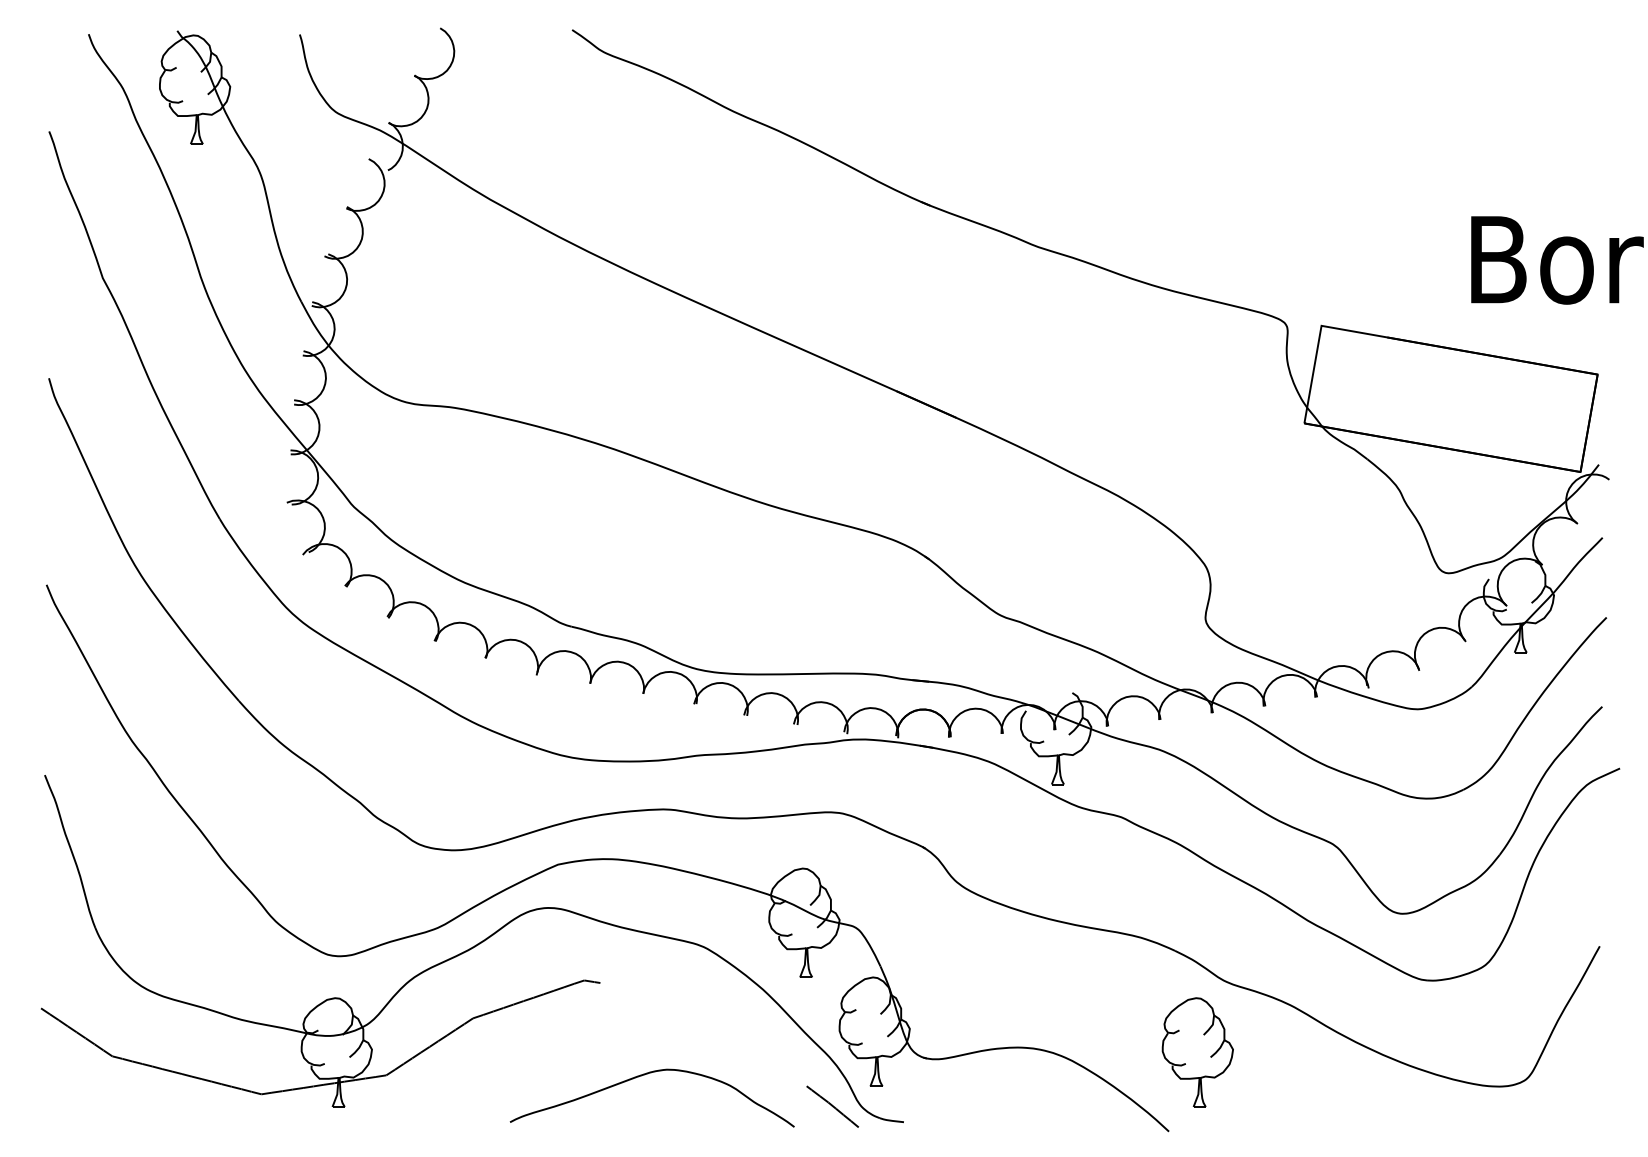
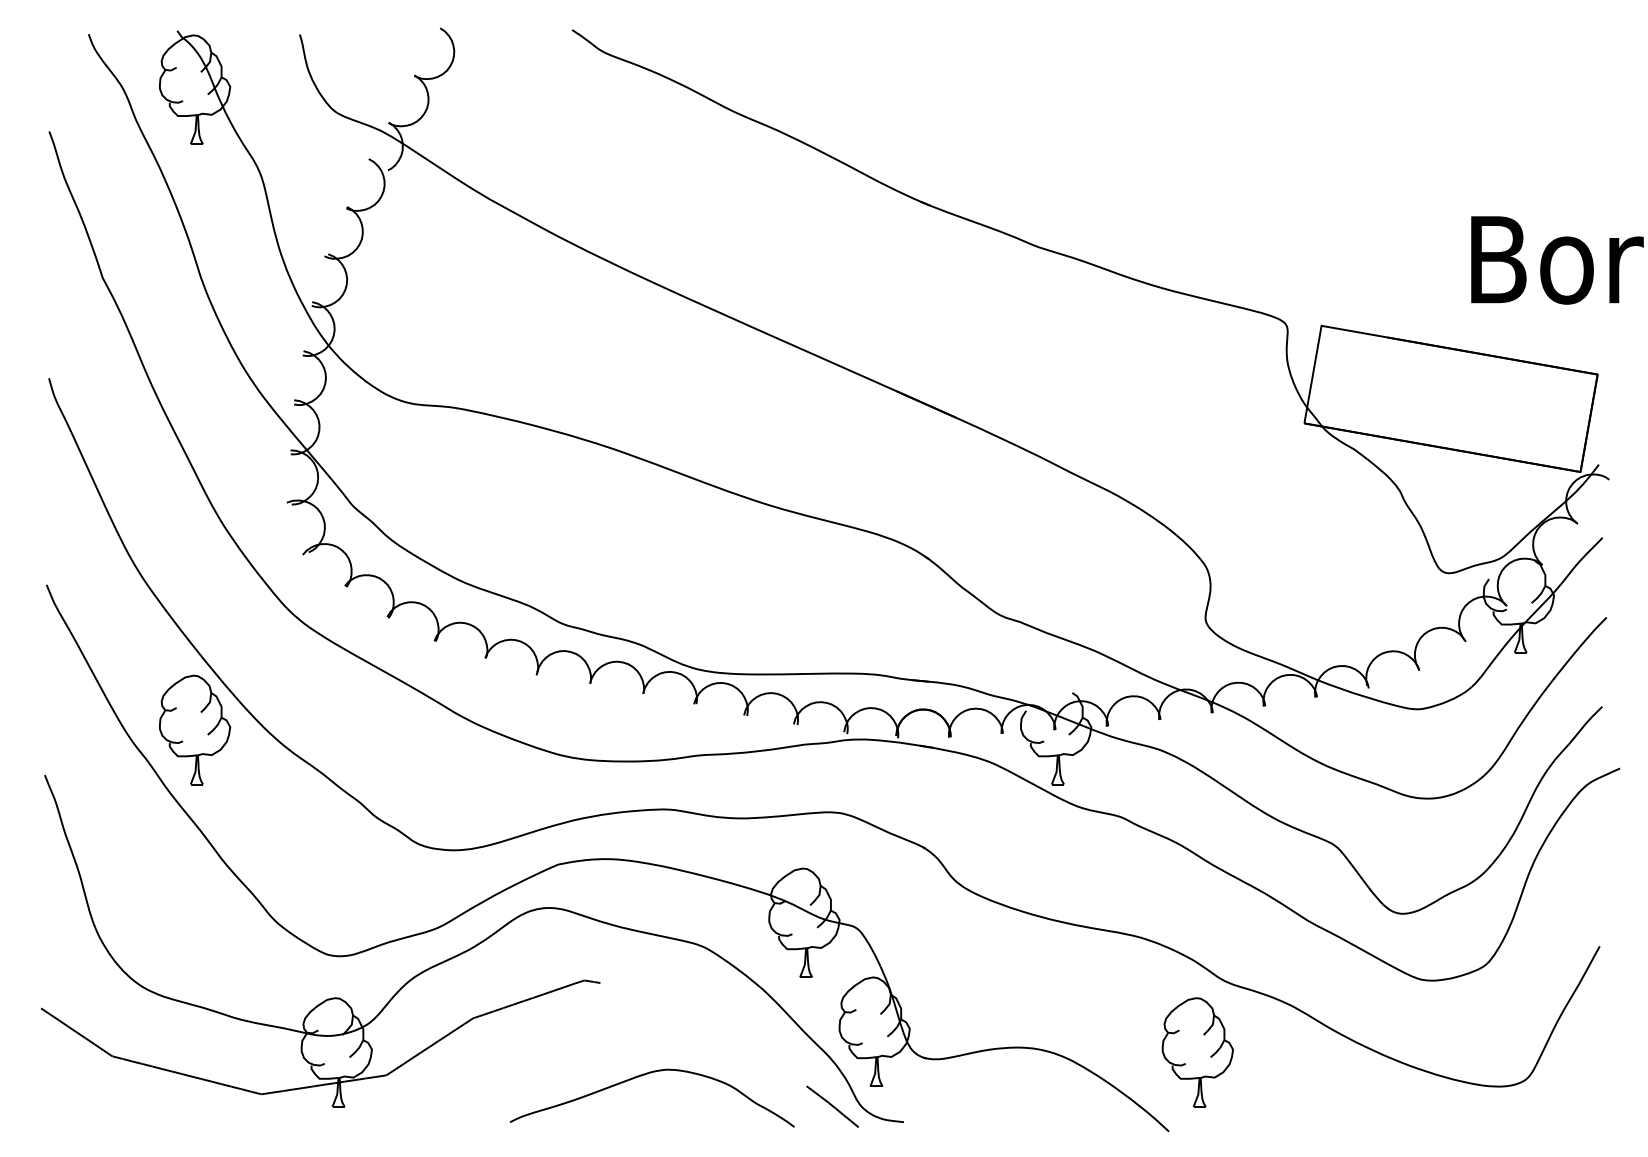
part at (195, 729): none -> present
